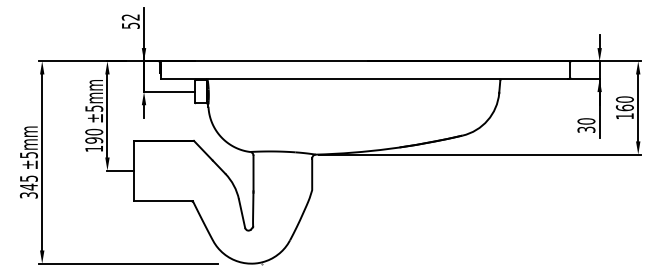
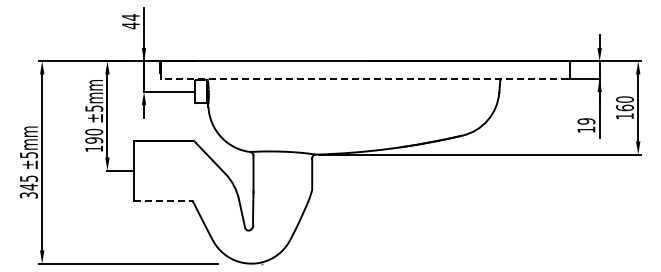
text at (130, 21): 52 -> 44
line at (364, 78): solid -> dashed
text at (586, 125): 30 -> 19
line at (163, 200): solid -> dashed
